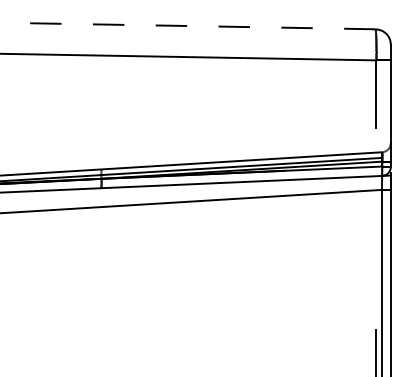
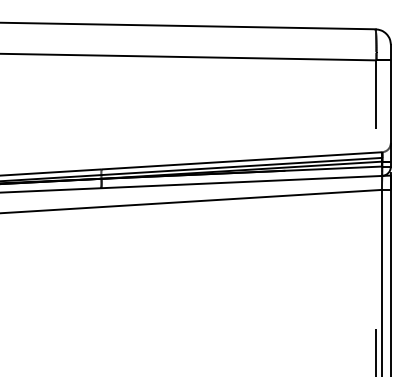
line at (187, 26): dashed -> solid
